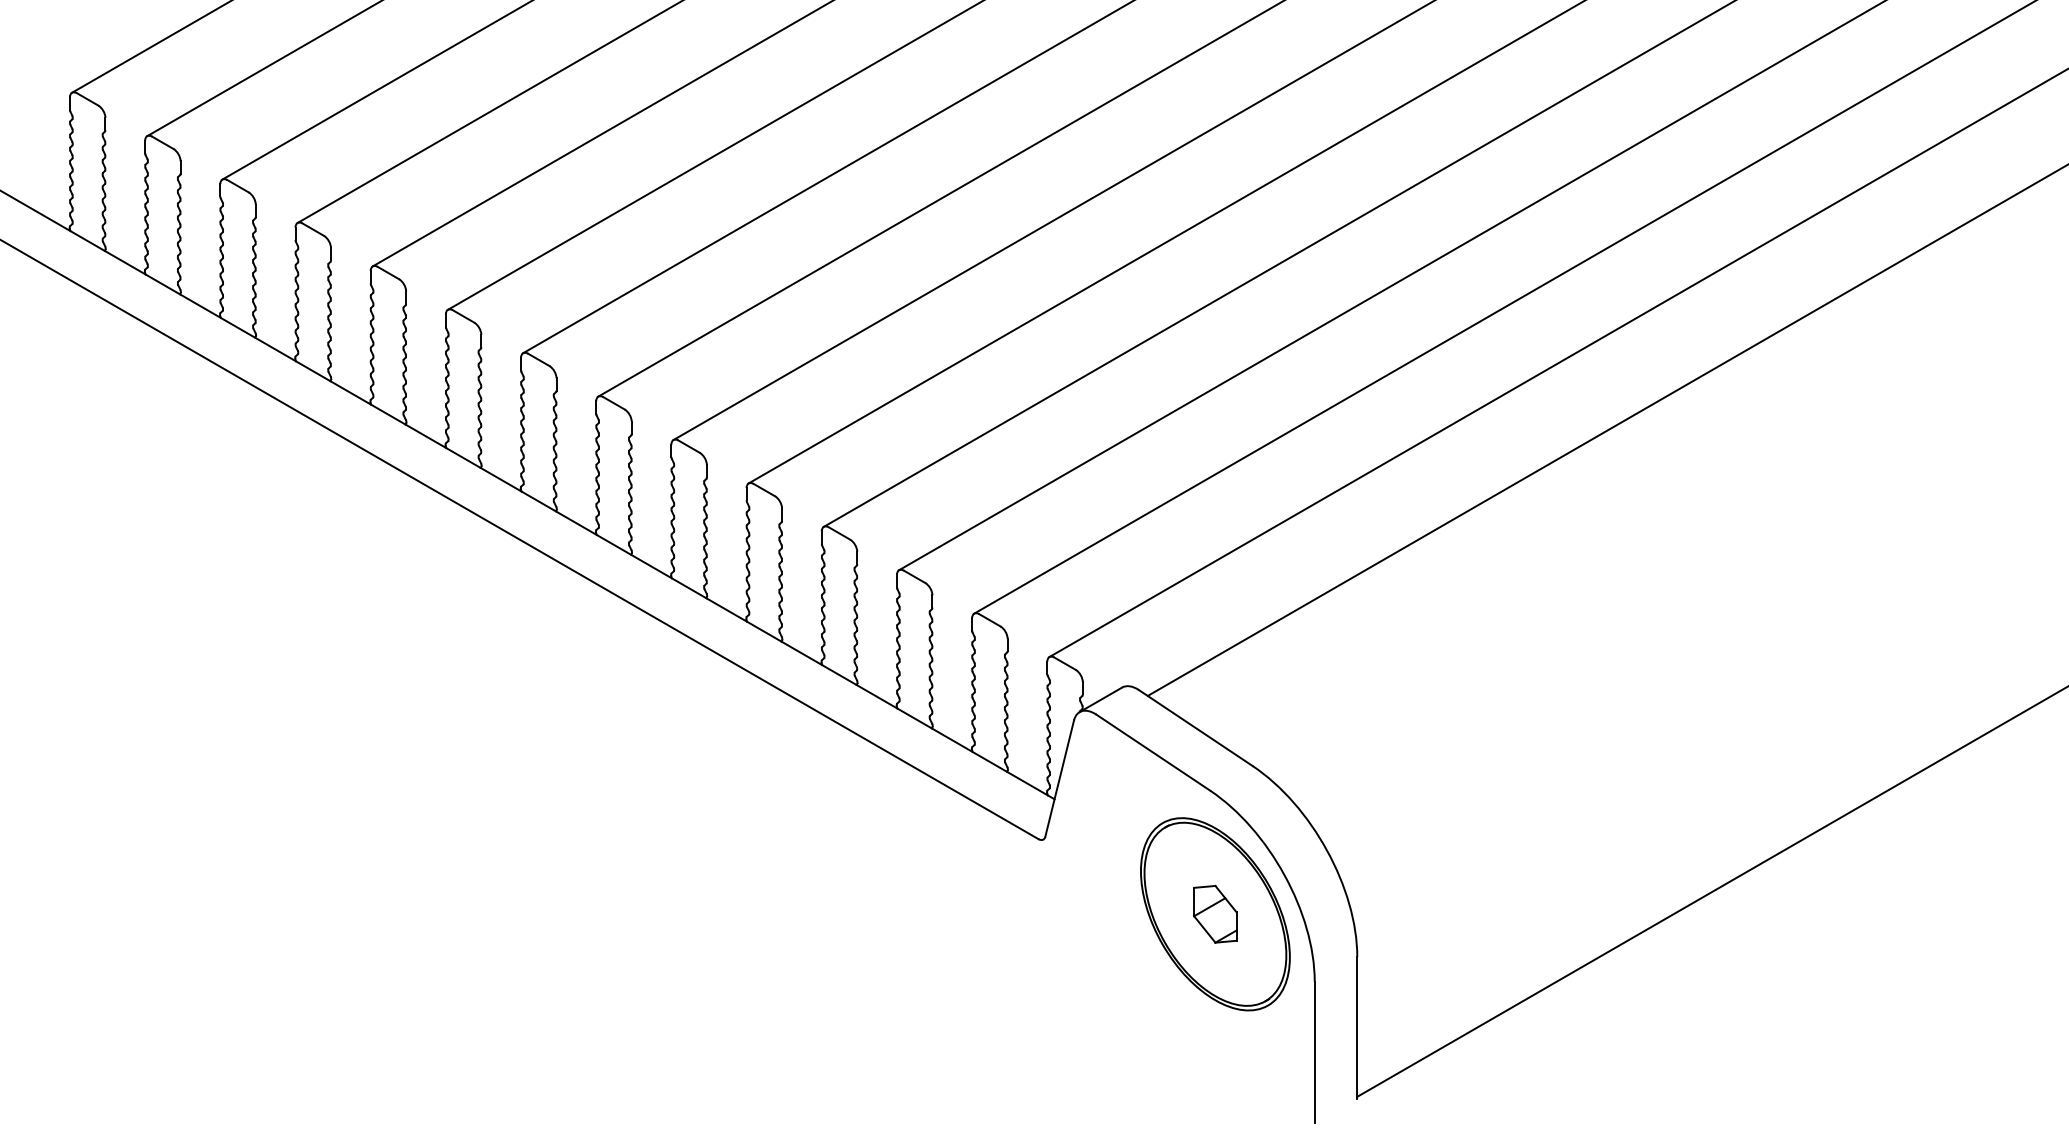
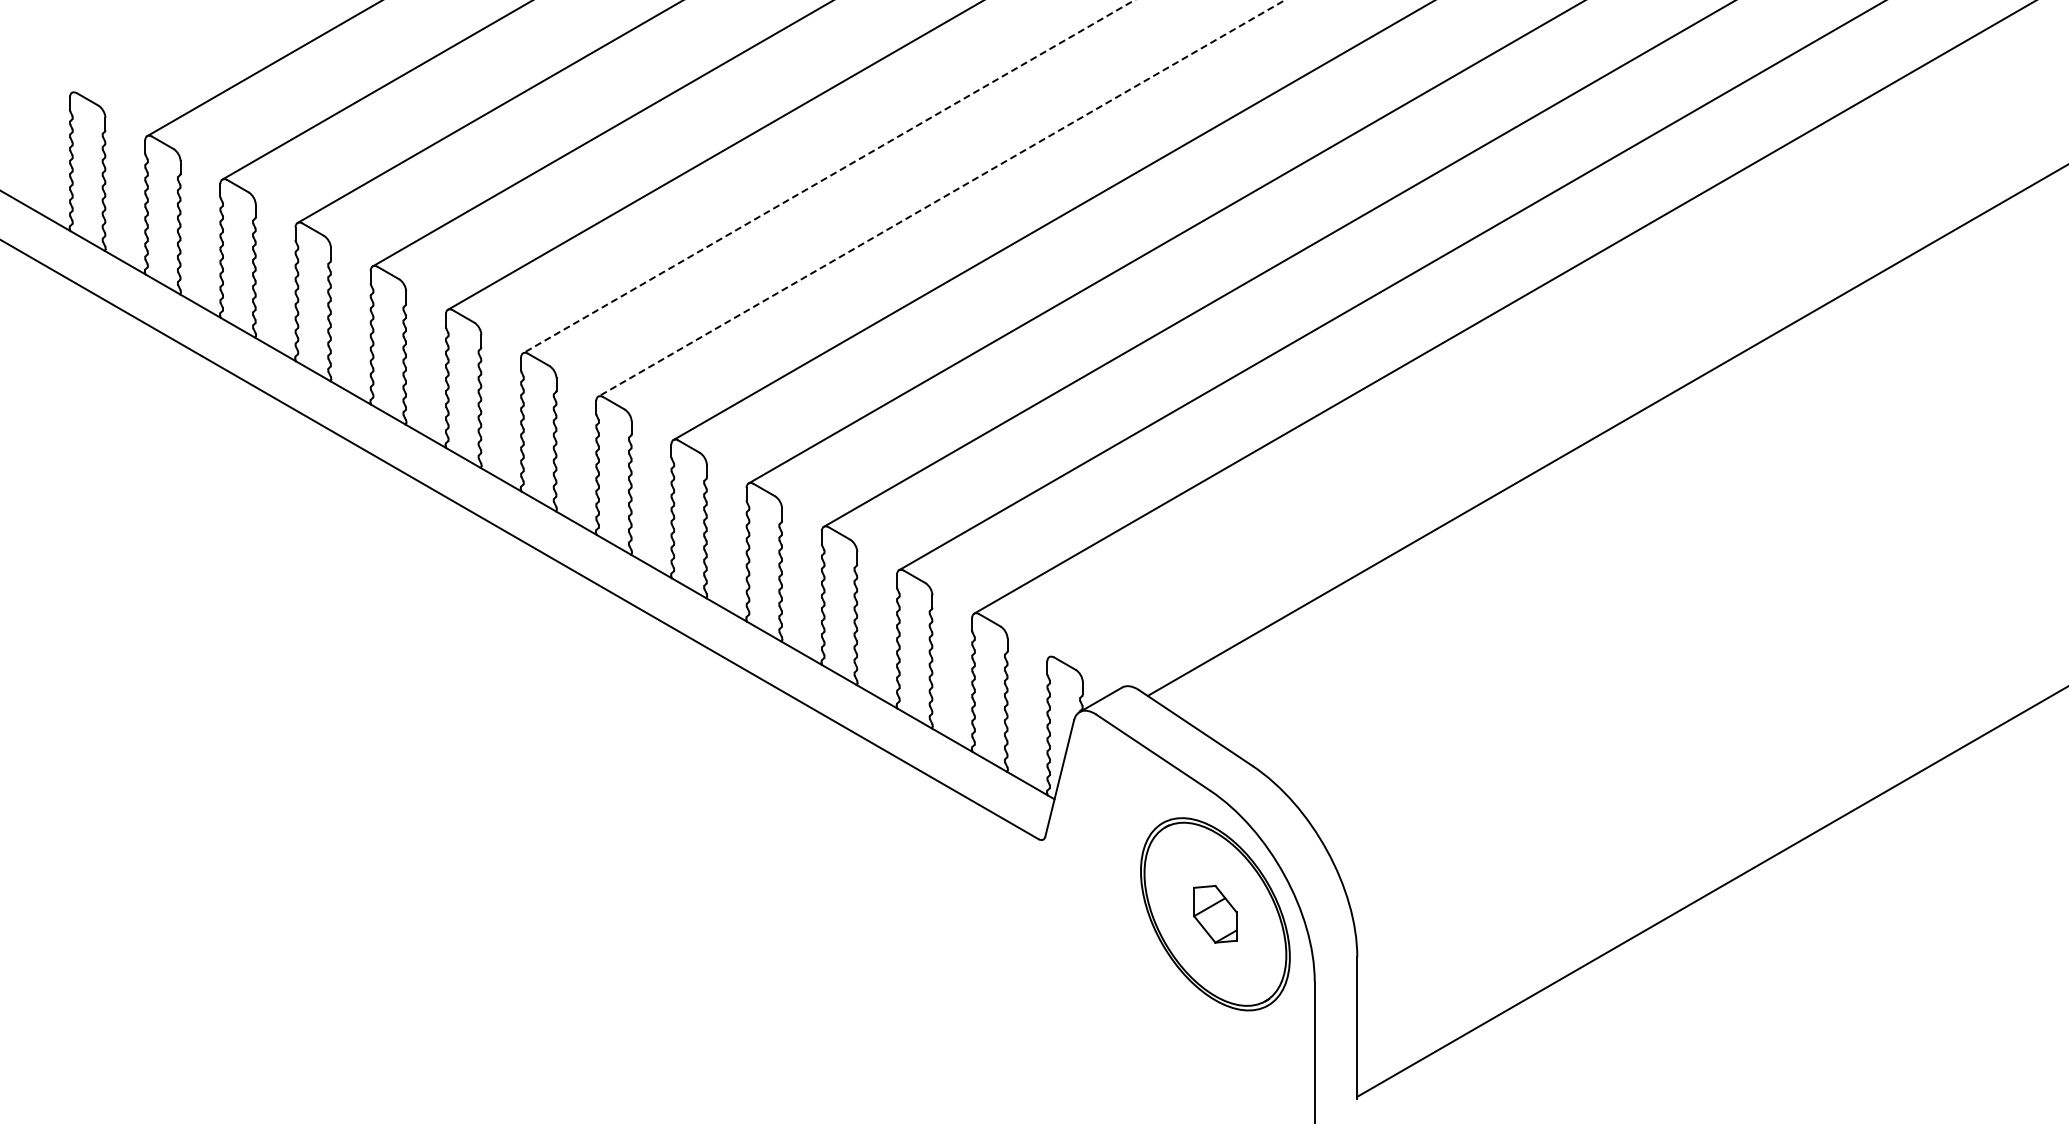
line at (150, 47): present -> none
line at (828, 176): solid -> dashed
line at (941, 198): solid -> dashed
line at (1557, 363): present -> none
